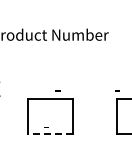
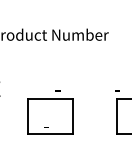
line at (49, 134): dashed -> solid
